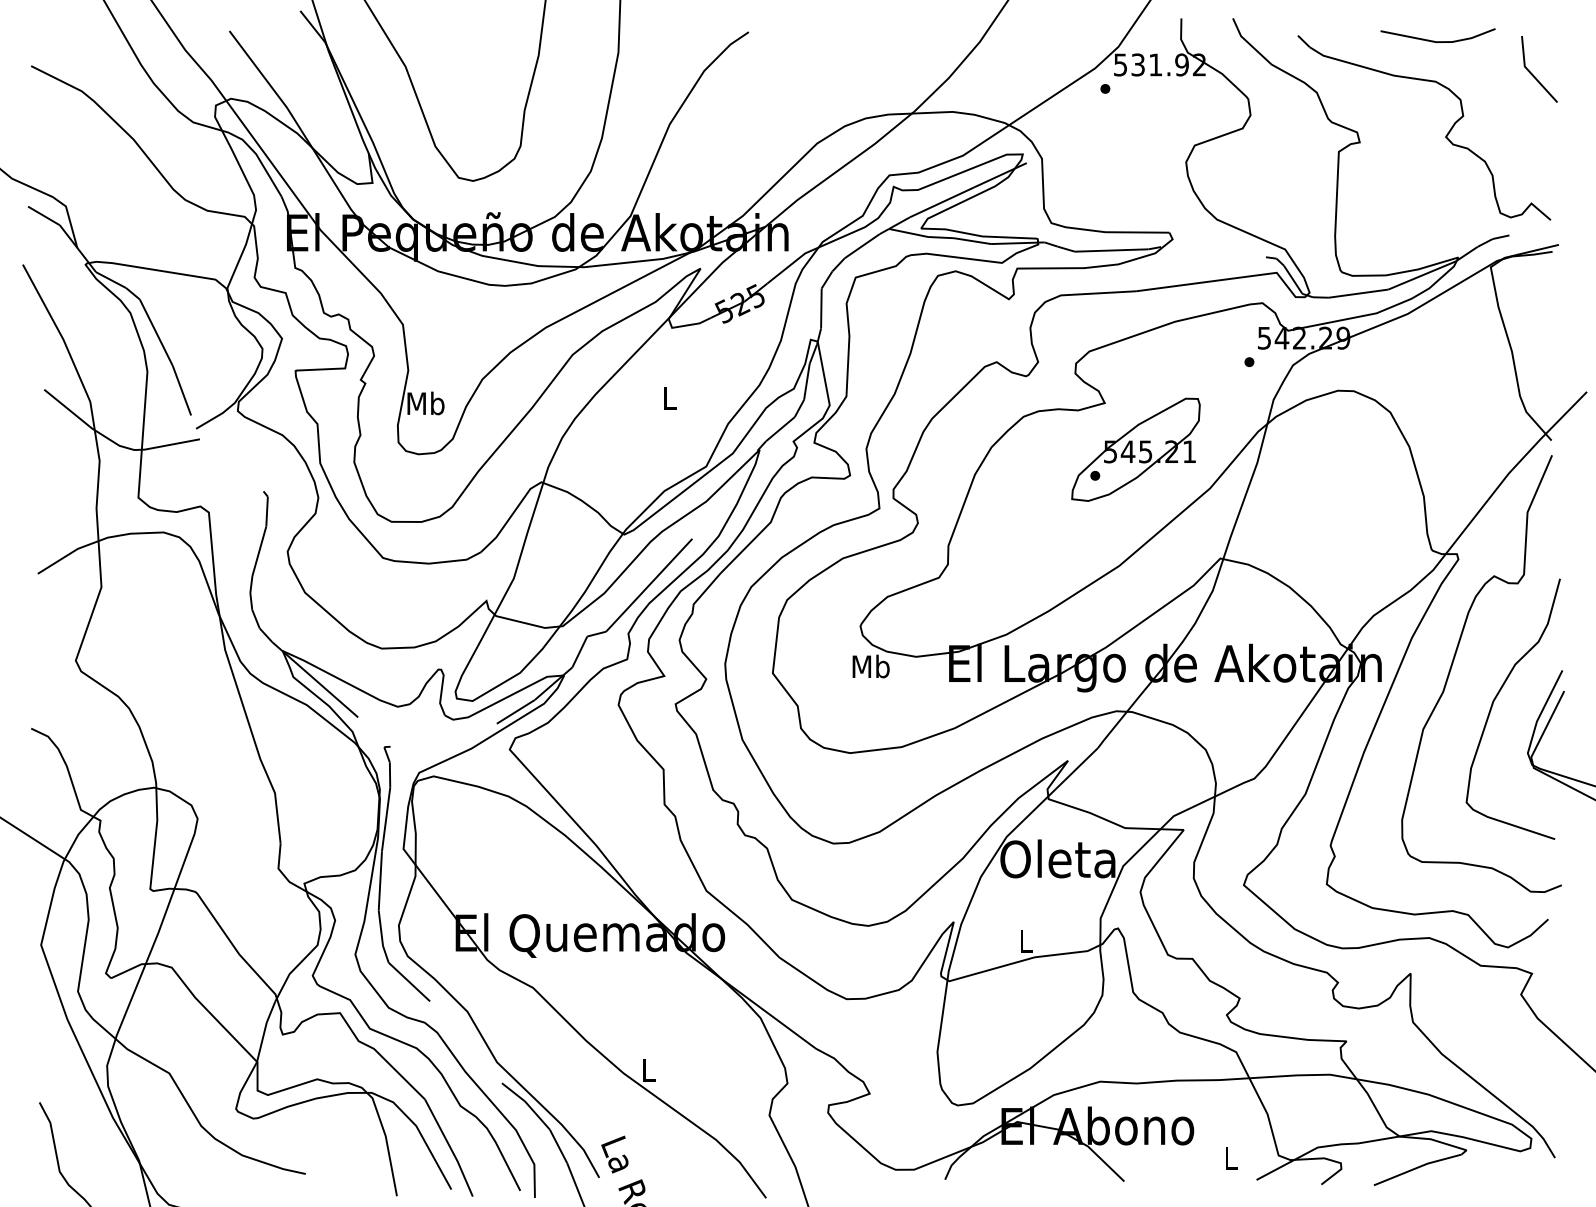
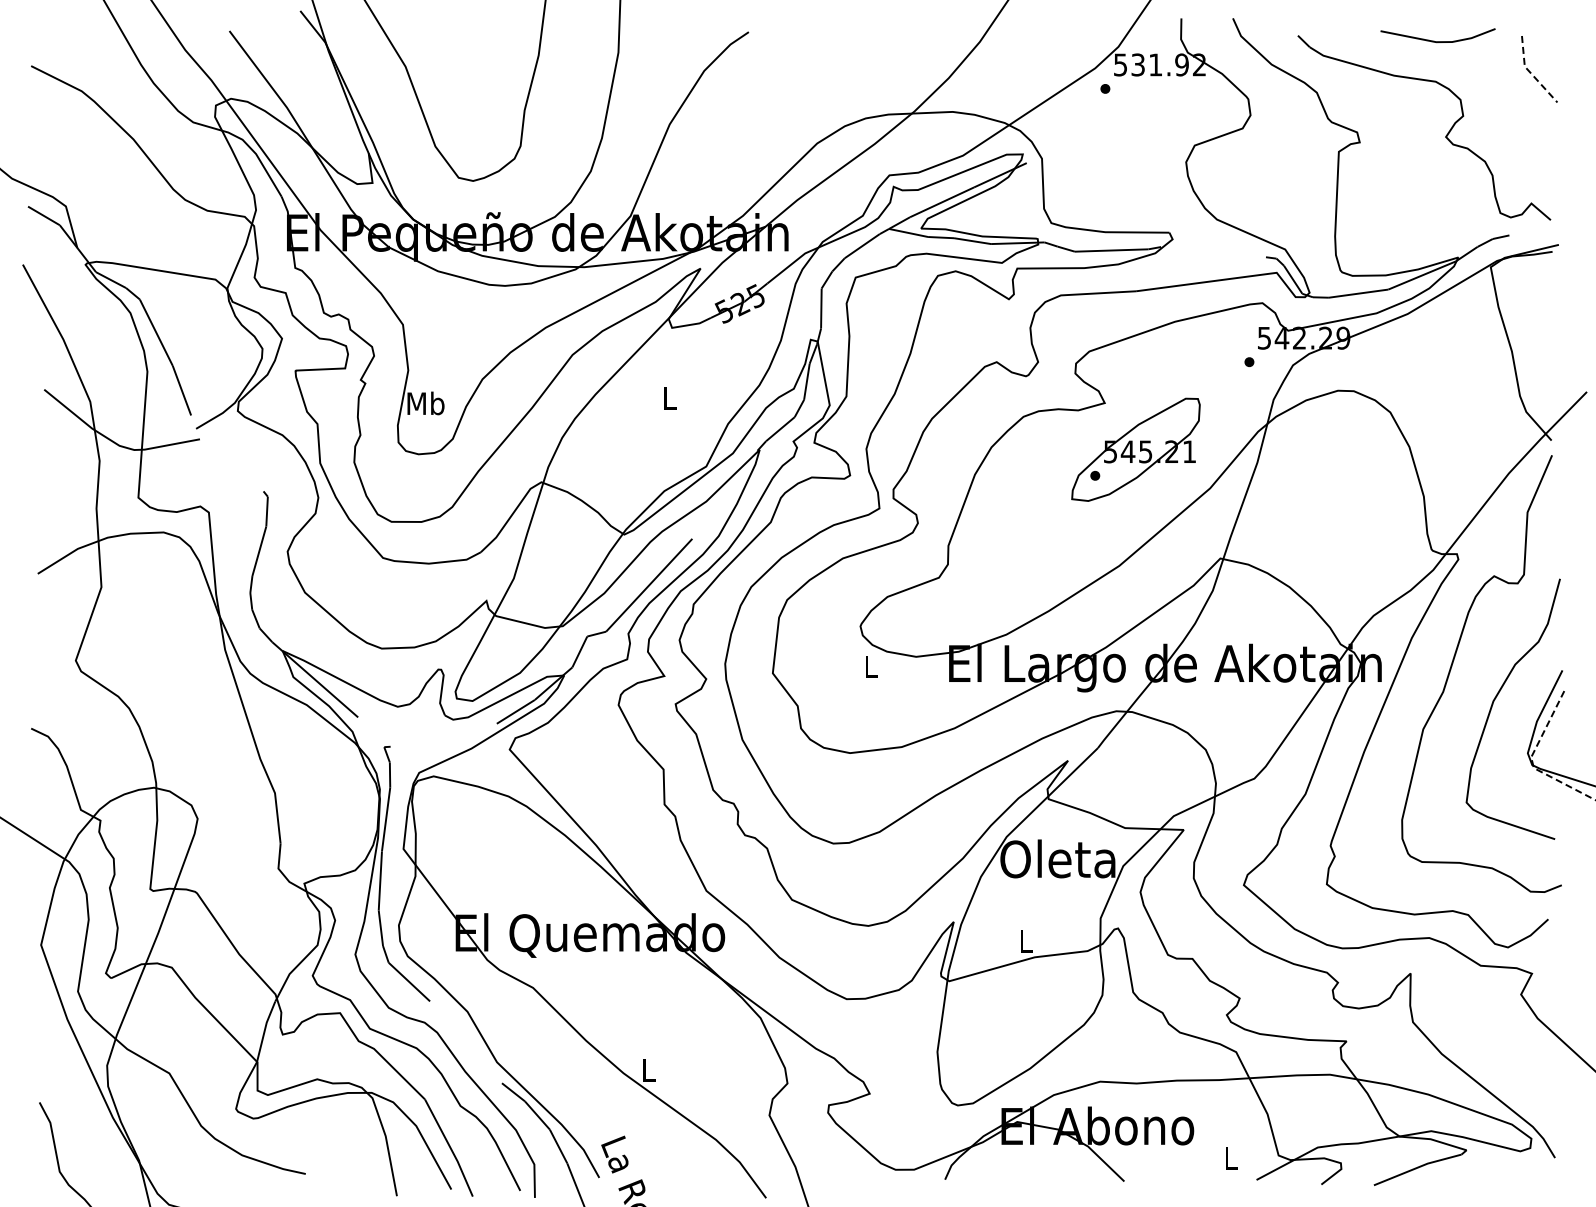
line at (1530, 73): solid -> dashed
text at (870, 666): Mb -> L
line at (1532, 760): solid -> dashed
